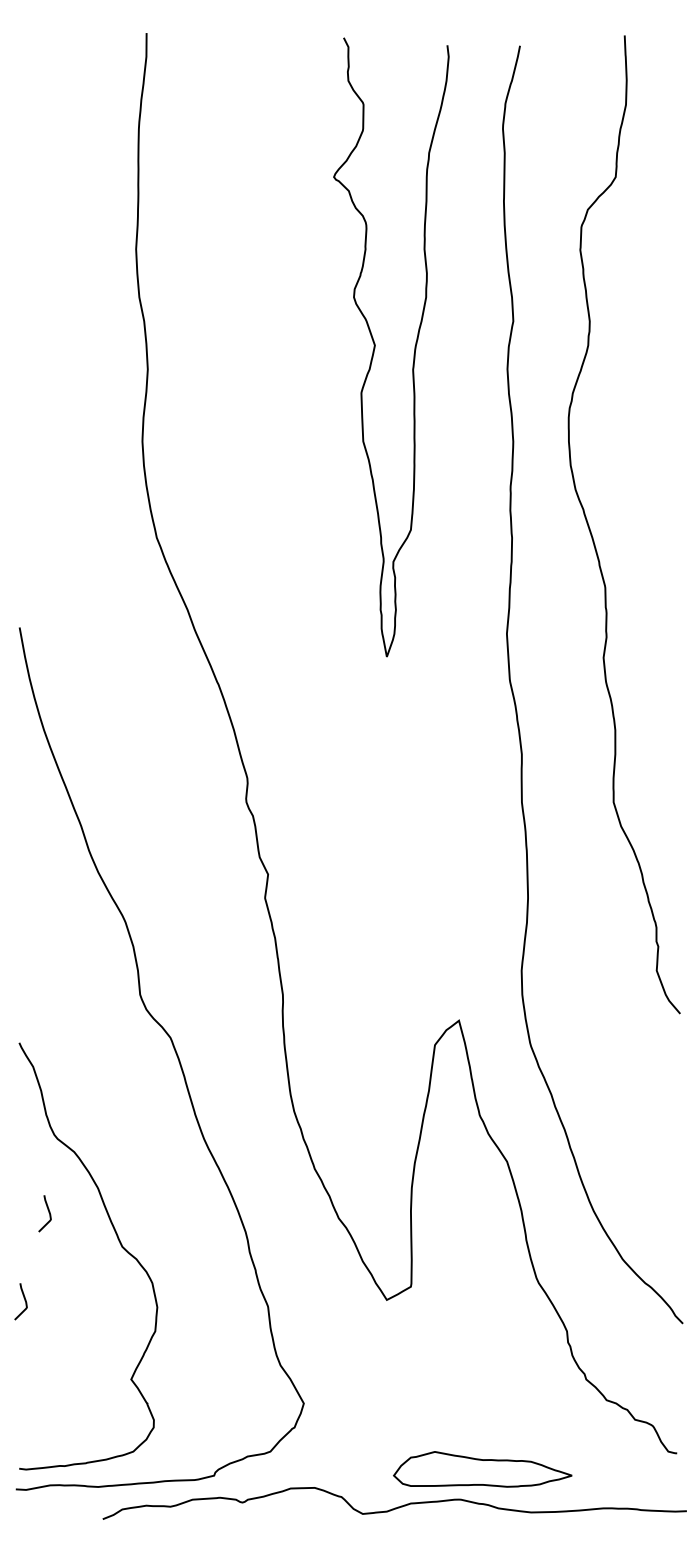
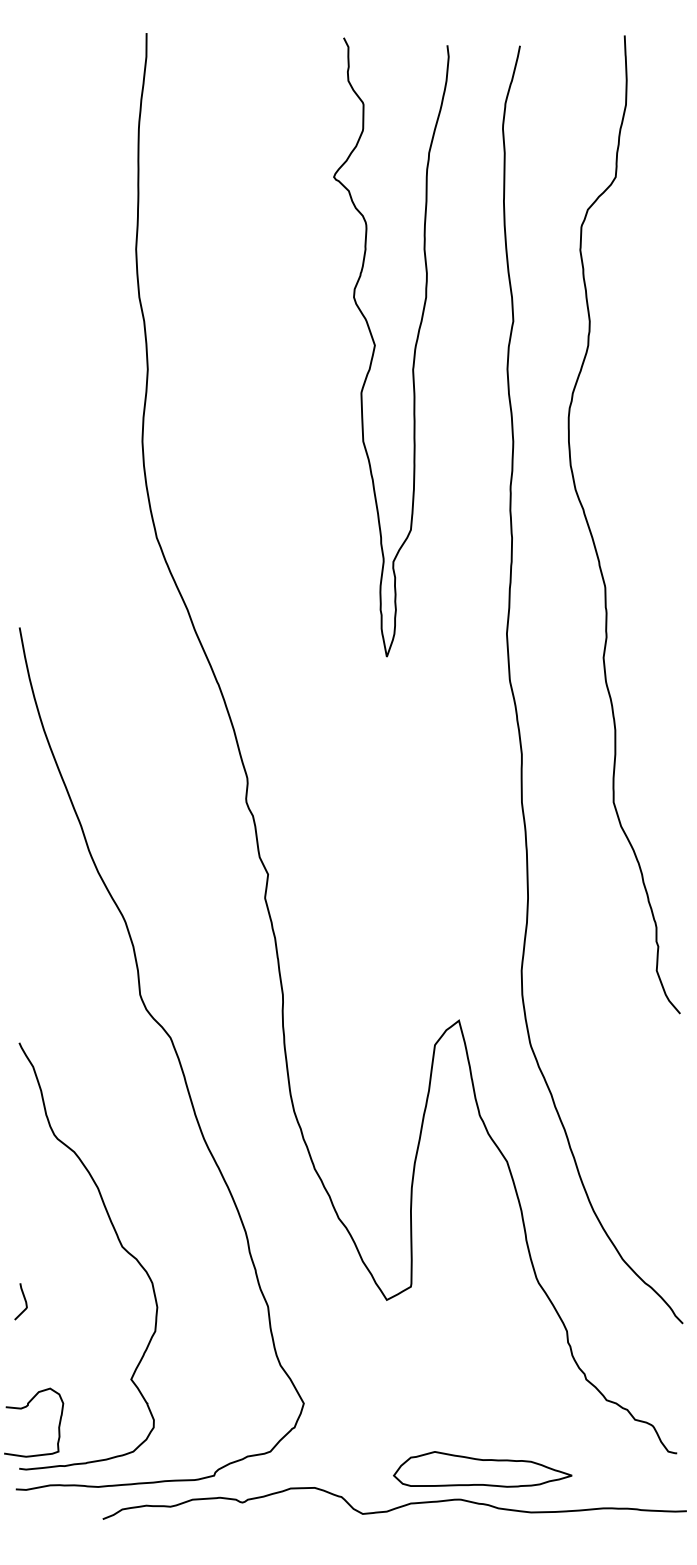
curve at (48, 1212): present -> none
curve at (26, 1407): none -> present
